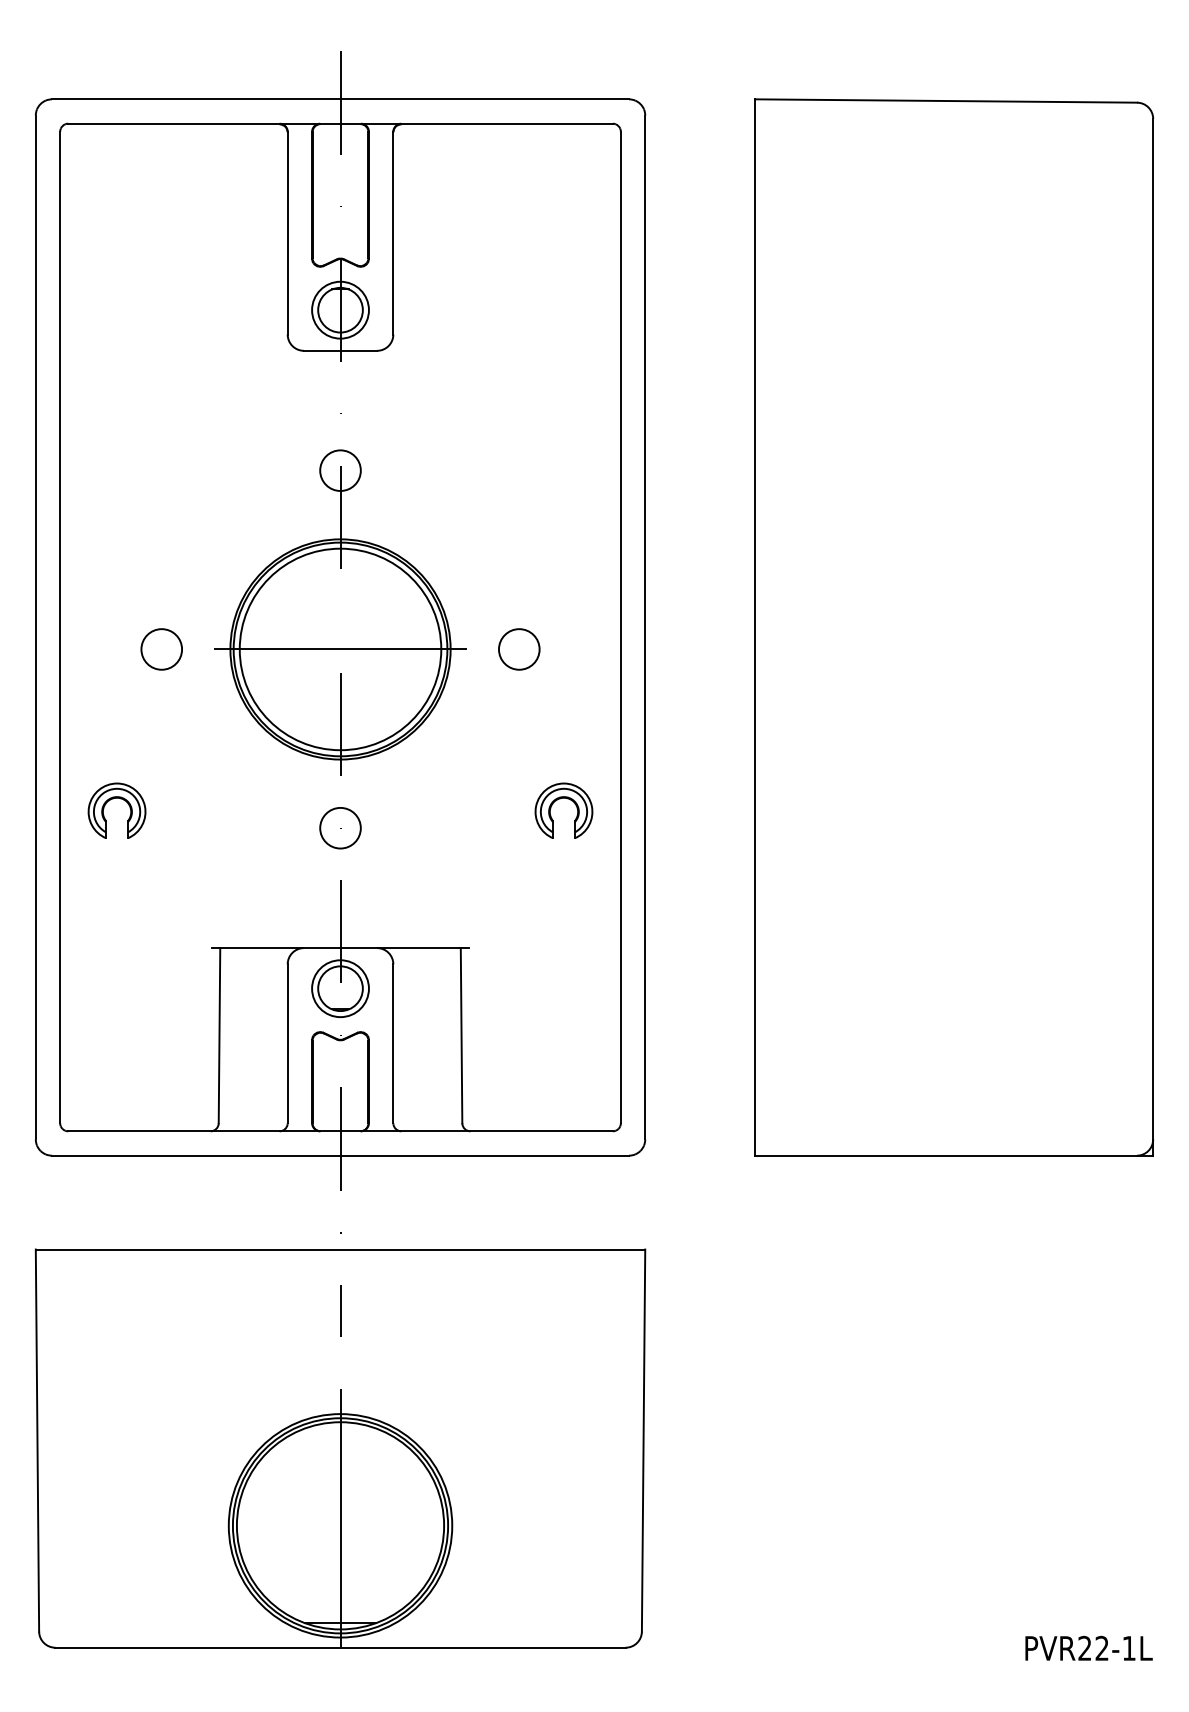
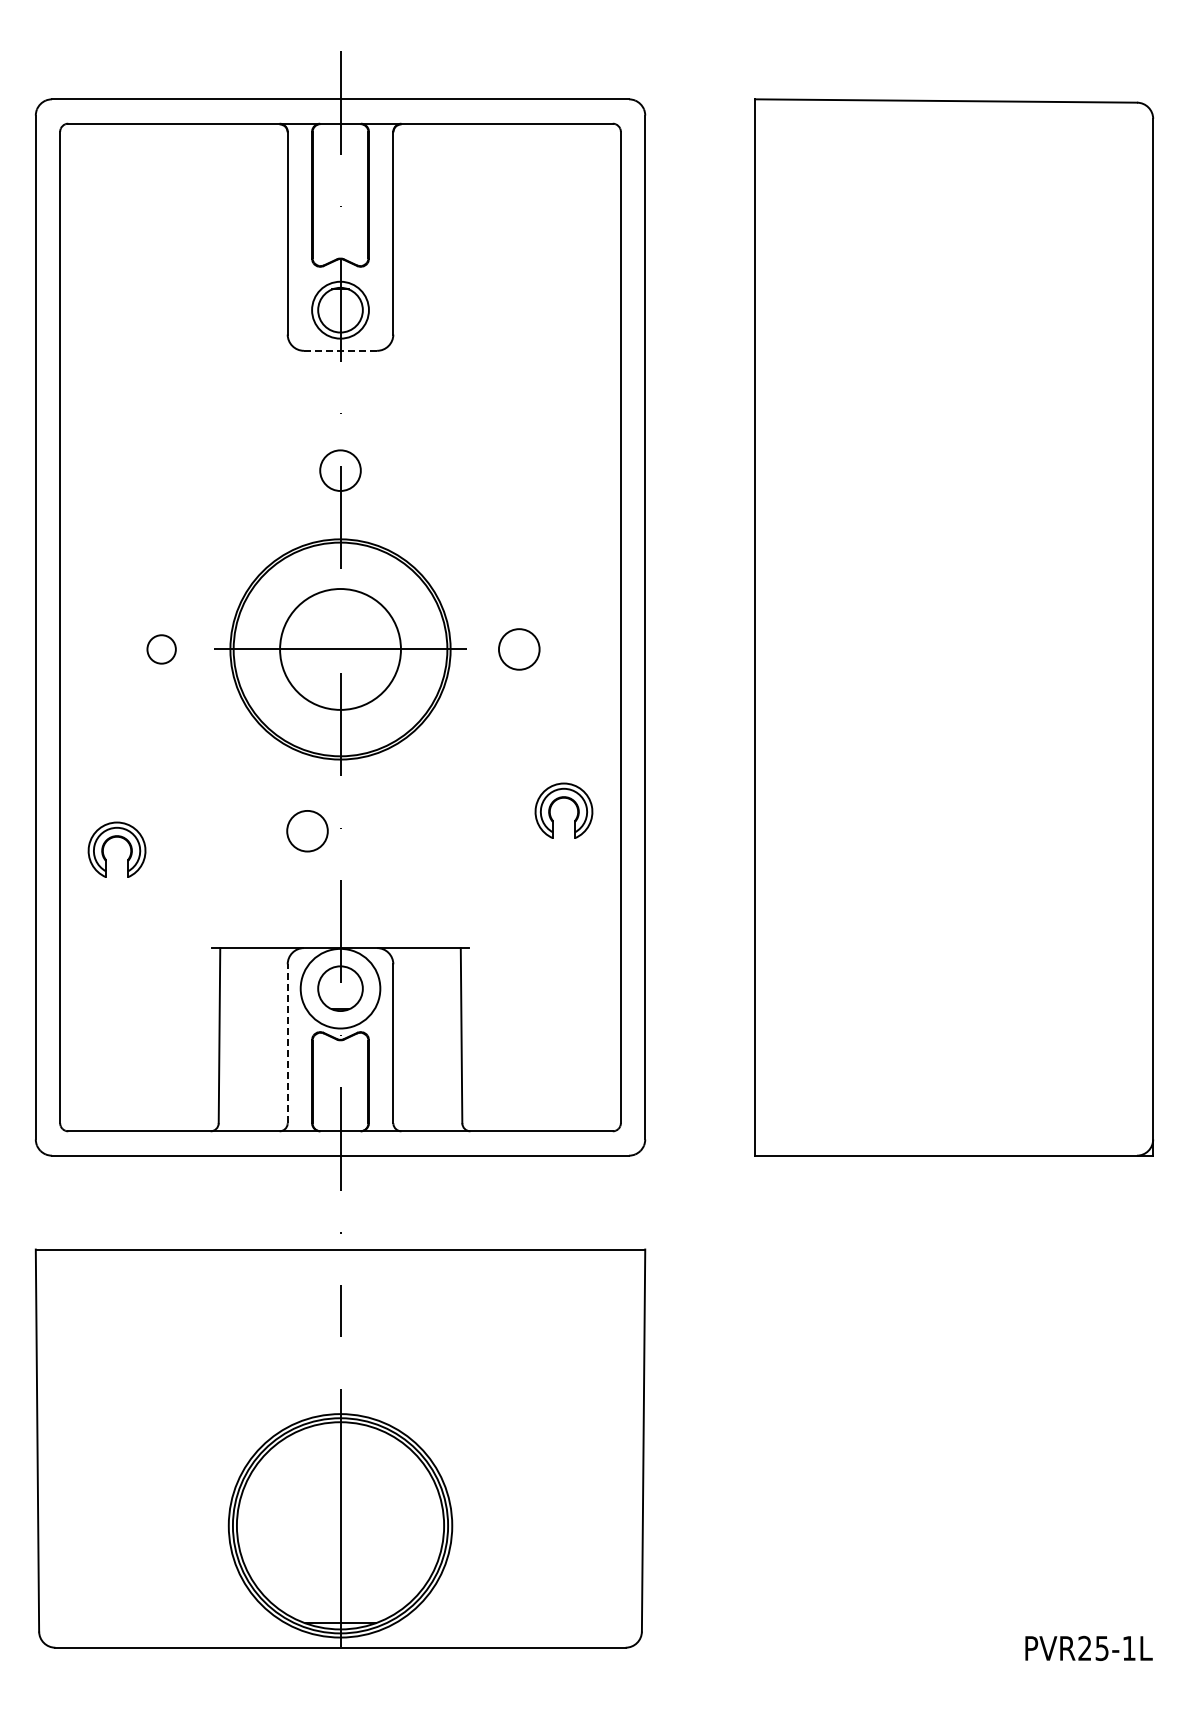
line at (340, 350): solid -> dashed
circle at (161, 649) size: 43x43 px -> 31x31 px
circle at (340, 649) diameter: 202 px -> 121 px
part at (113, 799) position: (113, 799) -> (113, 838)
circle at (340, 828) position: (340, 828) -> (307, 831)
circle at (340, 988) diameter: 57 px -> 80 px
line at (287, 1043): solid -> dashed
text at (1101, 1647): PVR22-1L -> PVR25-1L
